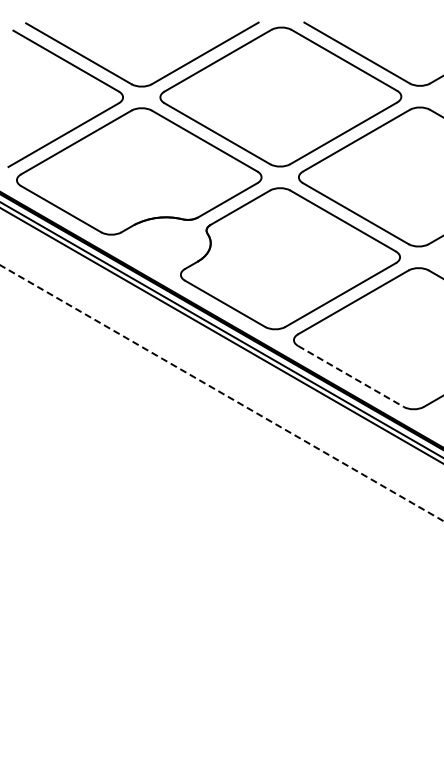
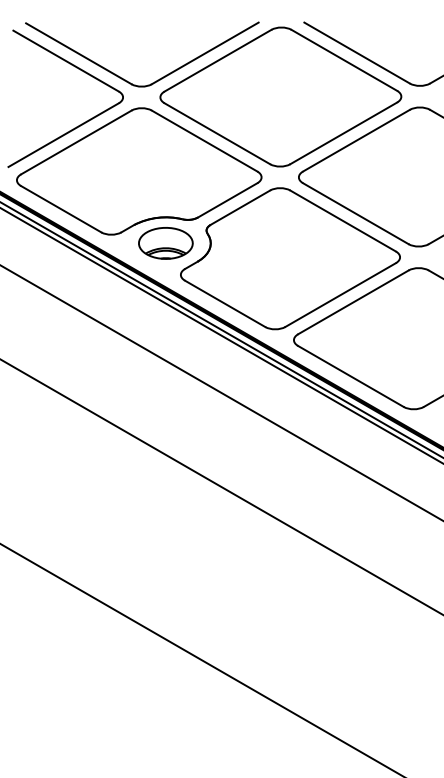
part at (165, 243): none -> present
line at (350, 376): dashed -> solid
line at (222, 393): dashed -> solid
line at (221, 486): none -> present
line at (201, 659): none -> present
